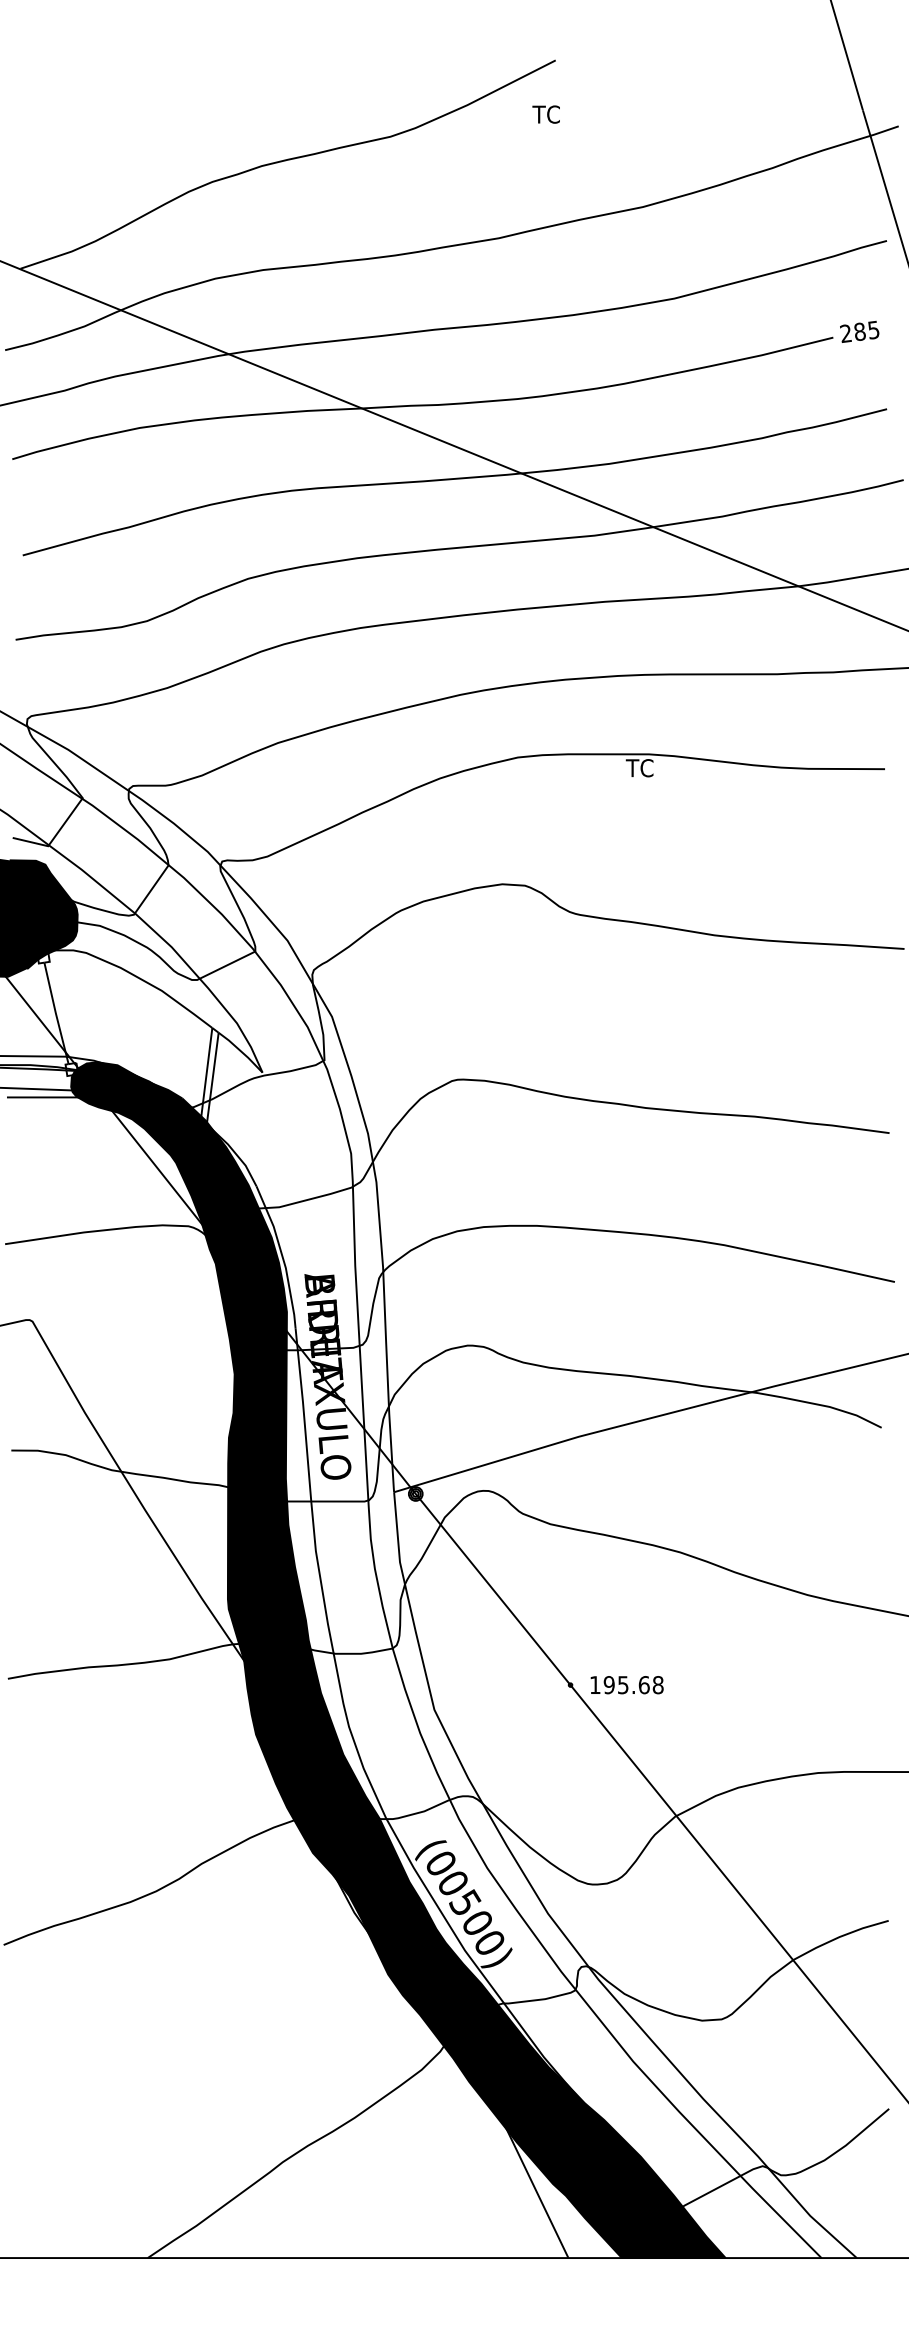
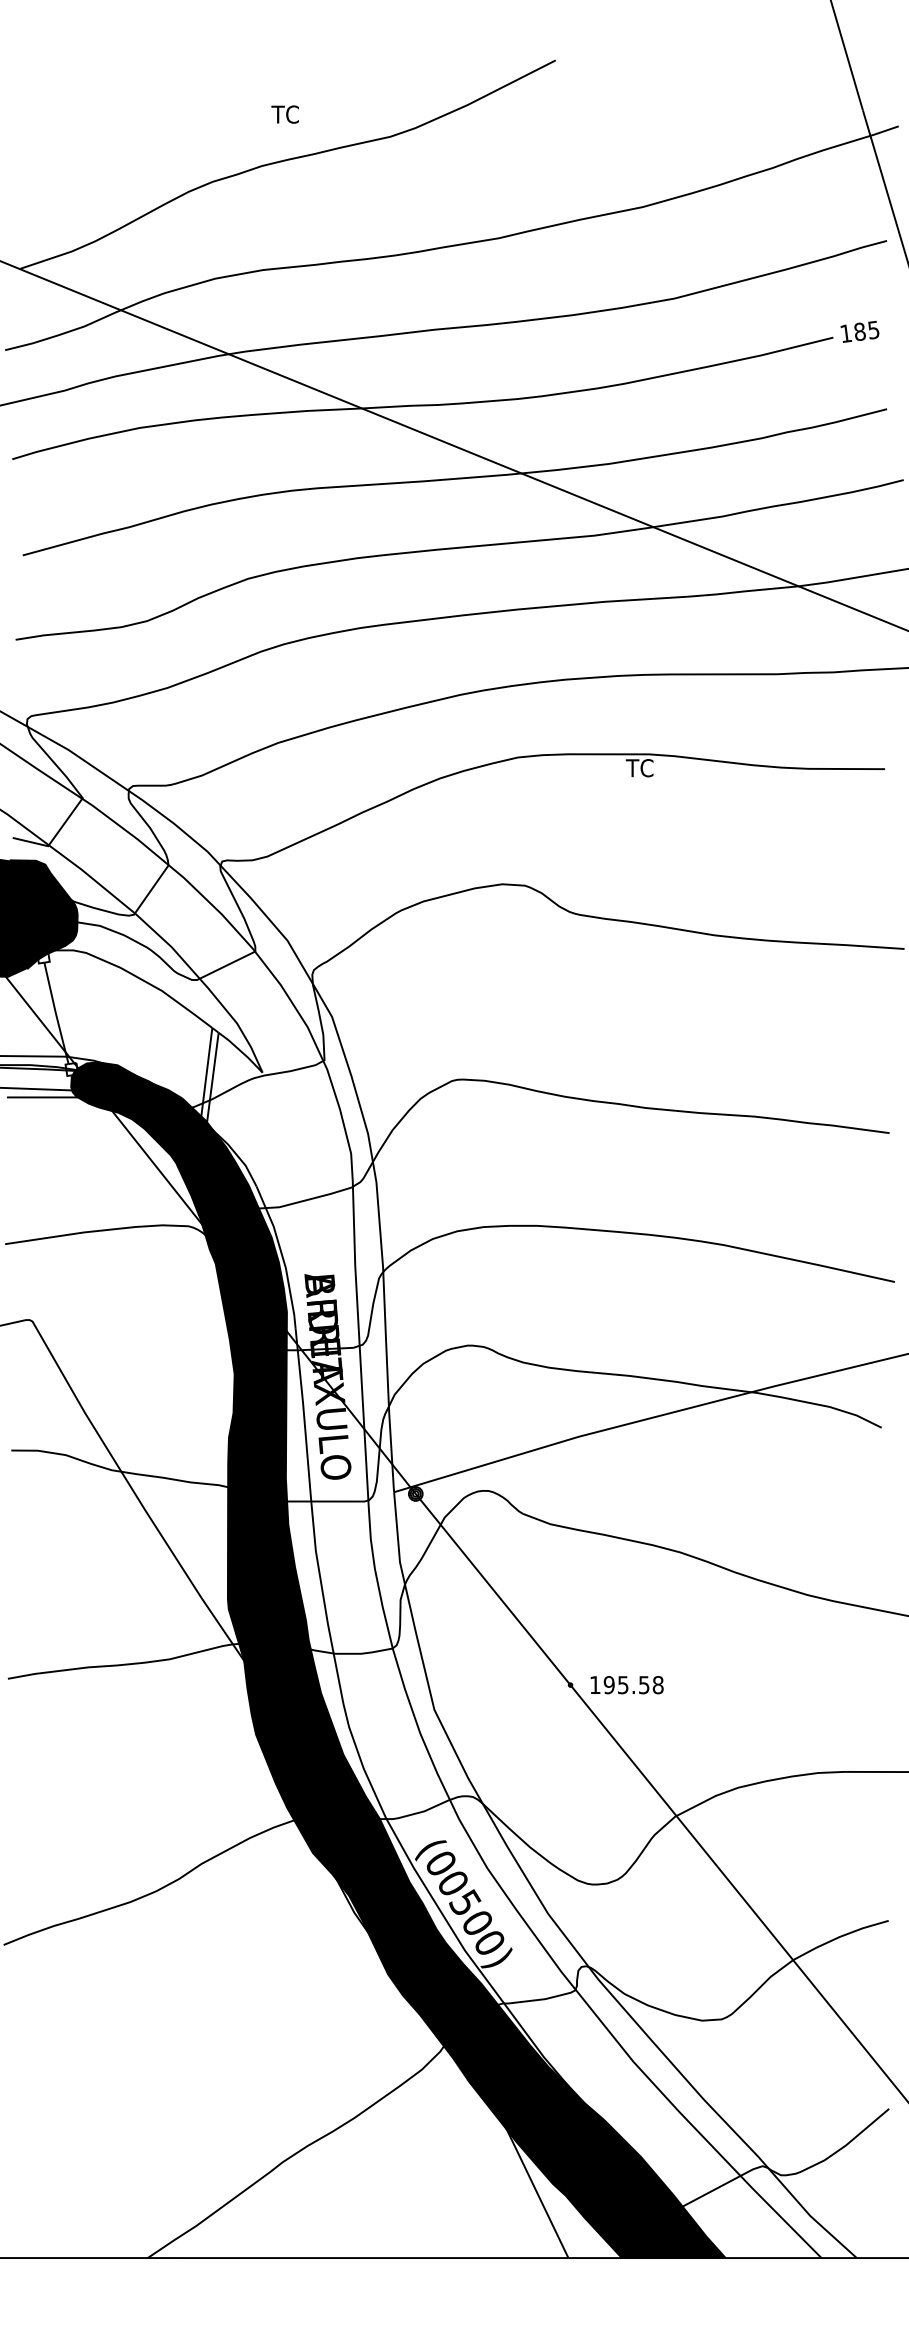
text at (545, 114) position: (545, 114) -> (284, 114)
text at (846, 333): 285 -> 185
text at (643, 1685): 195.68 -> 195.58
